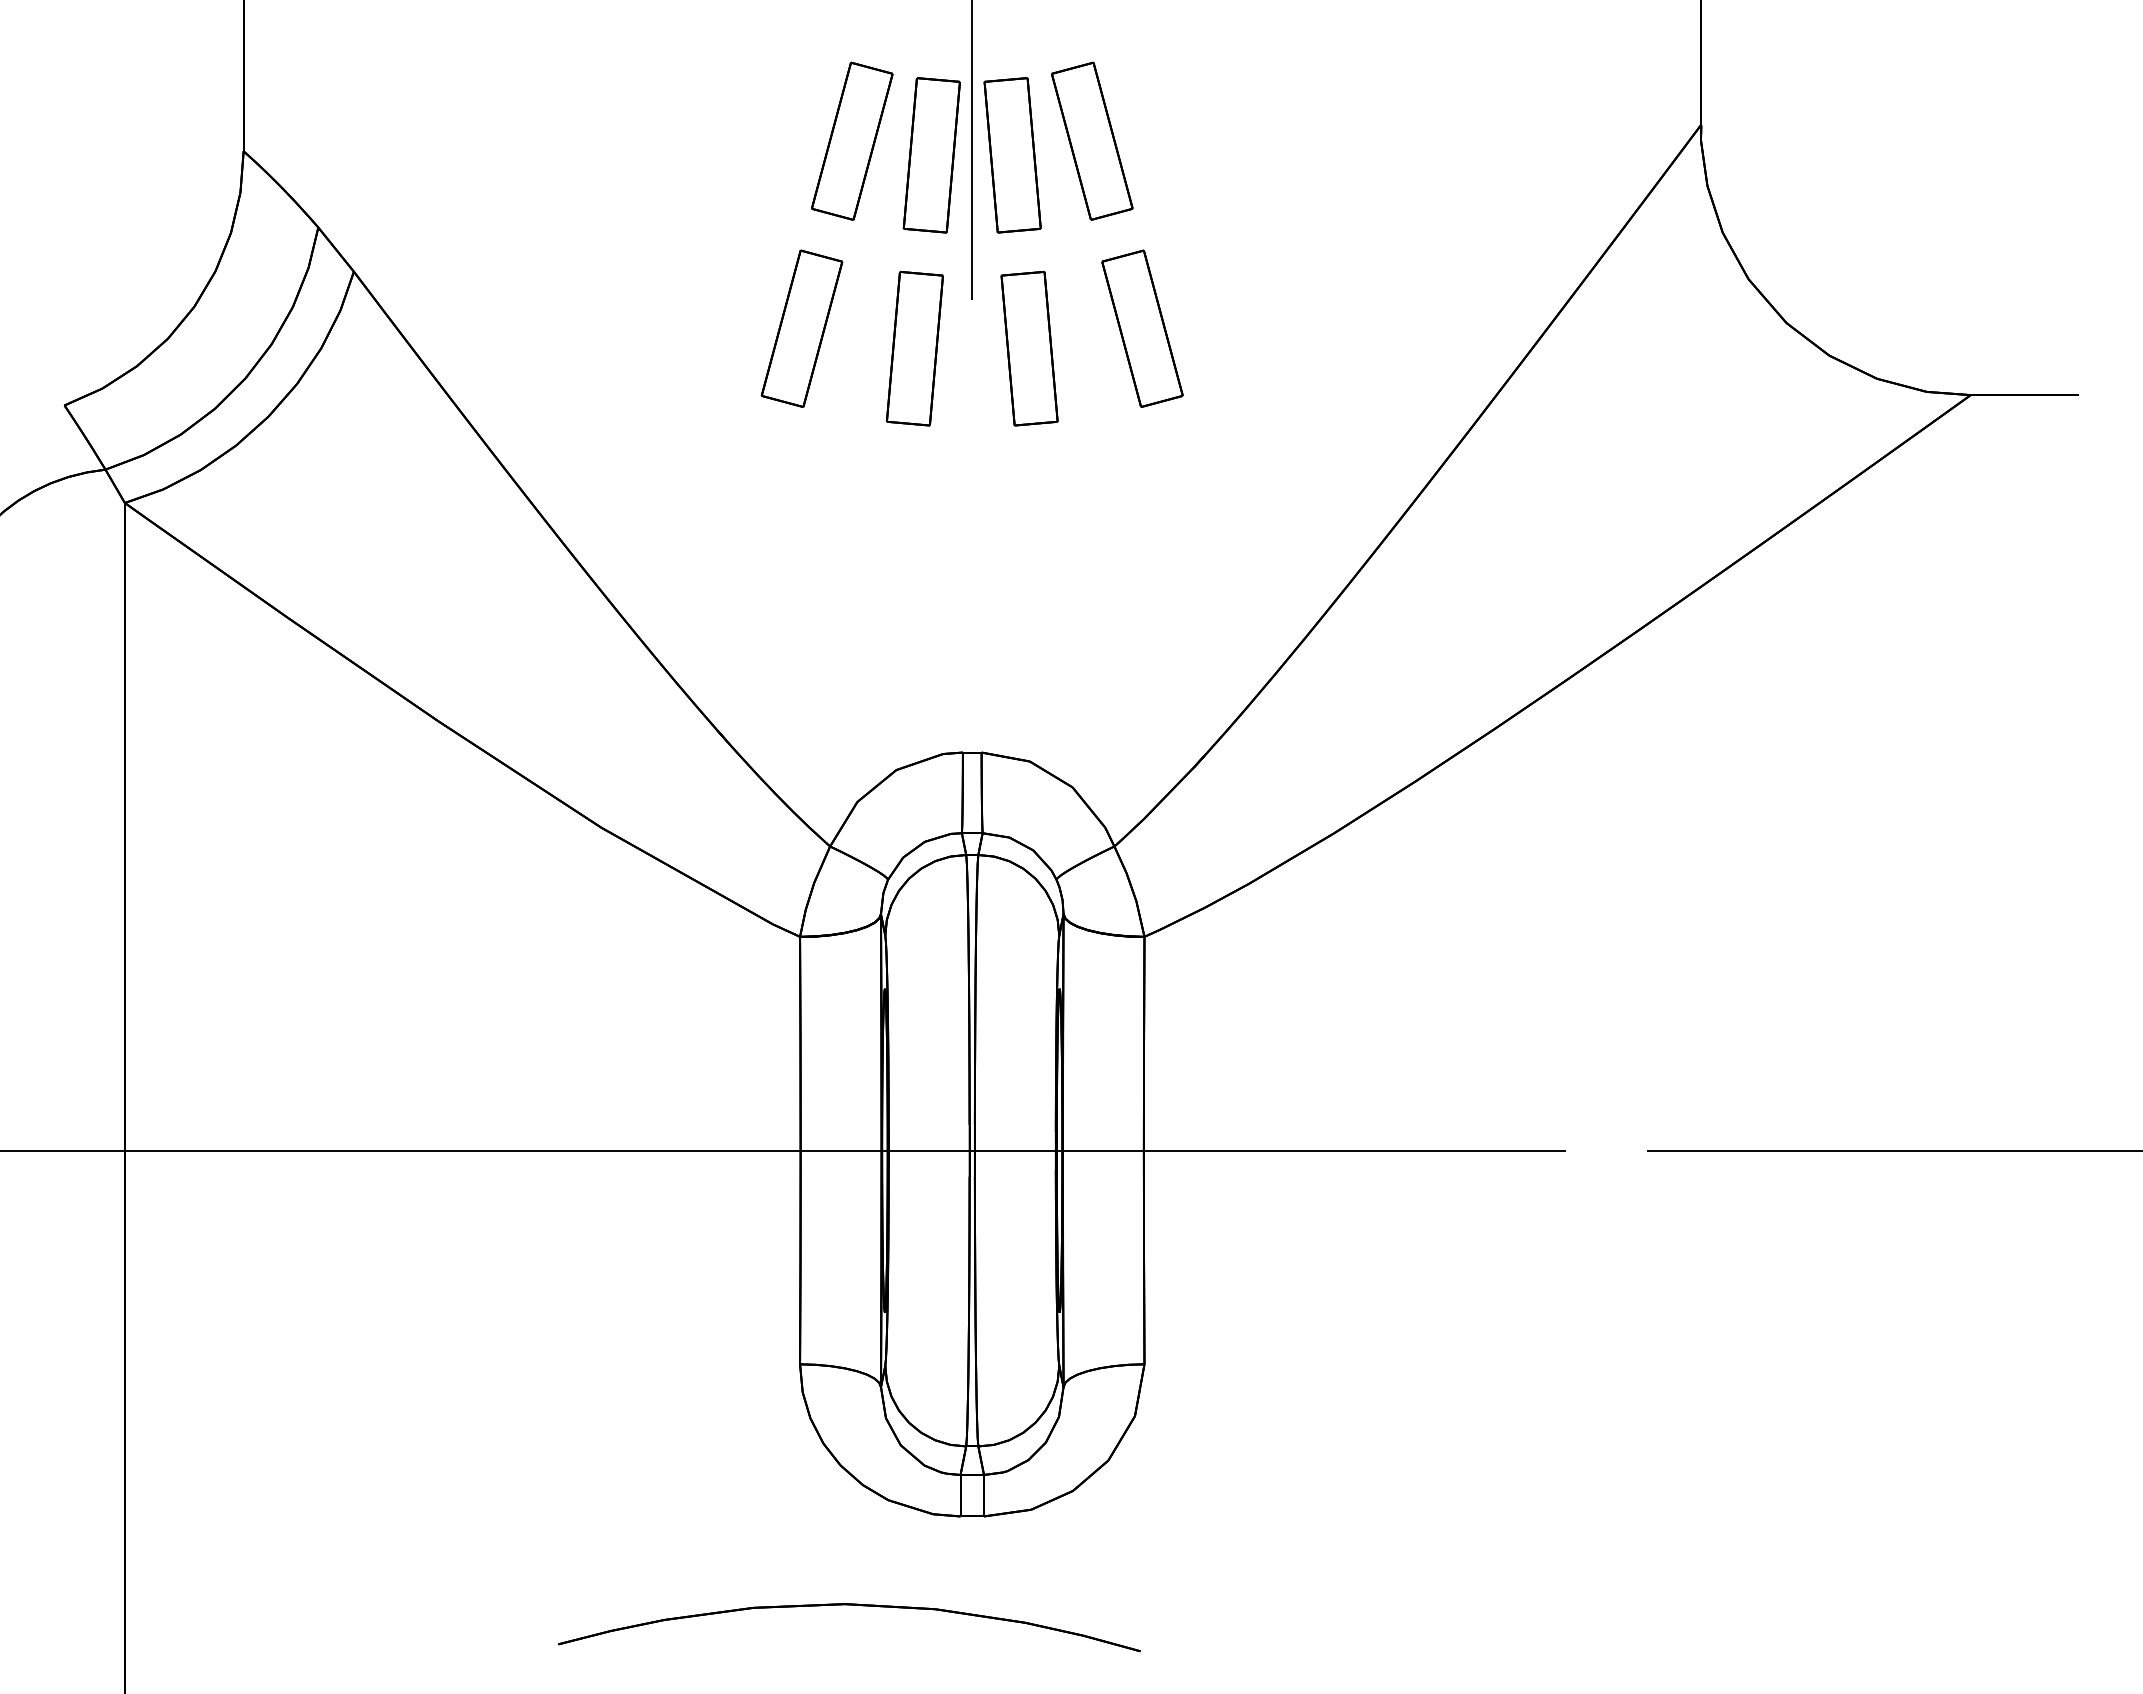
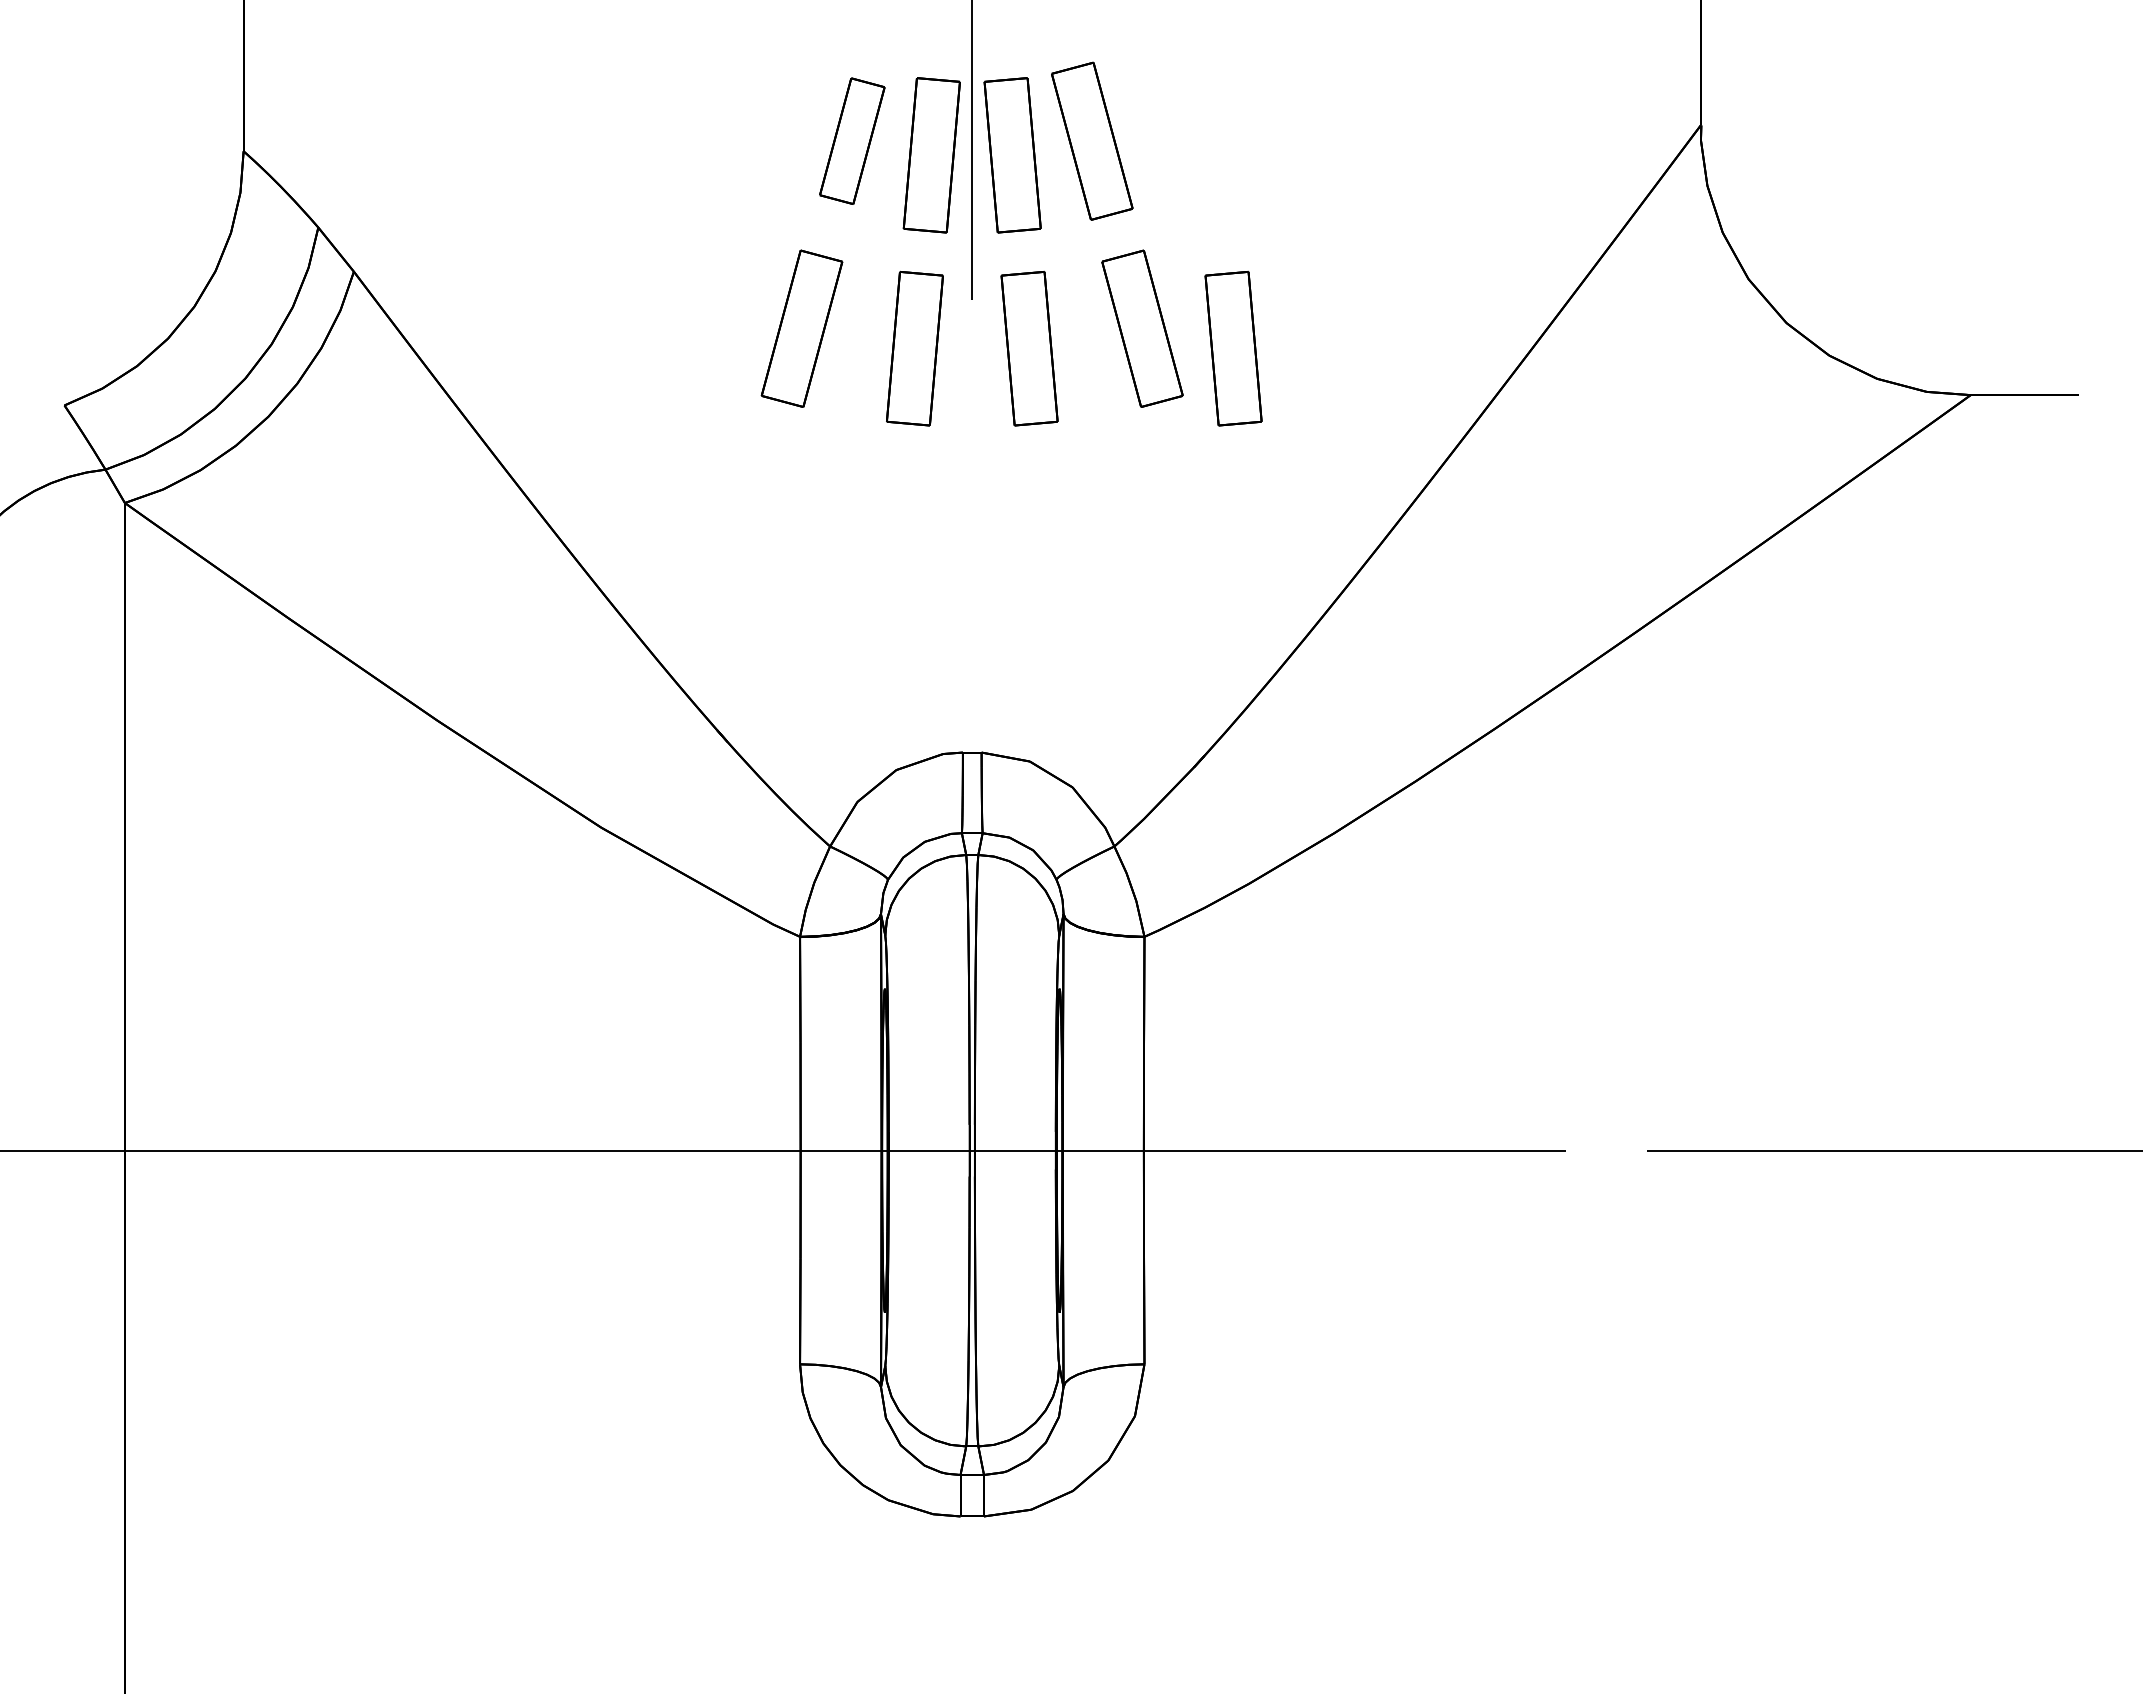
part at (852, 140) size: 83x160 px -> 67x128 px
part at (1233, 348): none -> present
part at (849, 1605): present -> none
